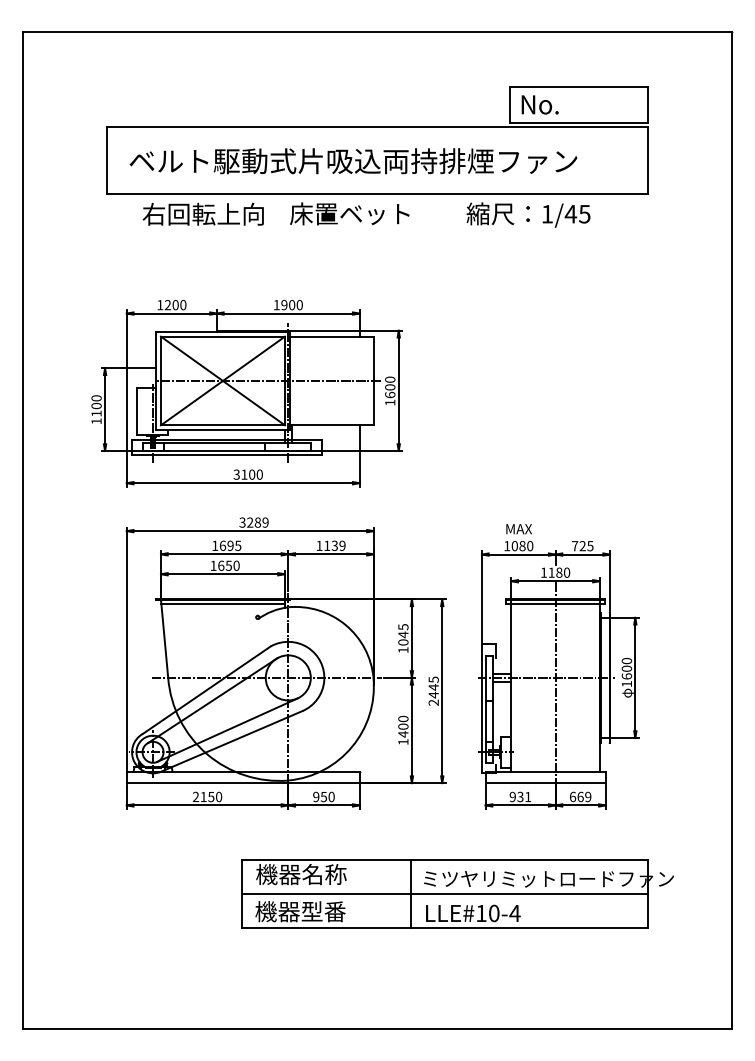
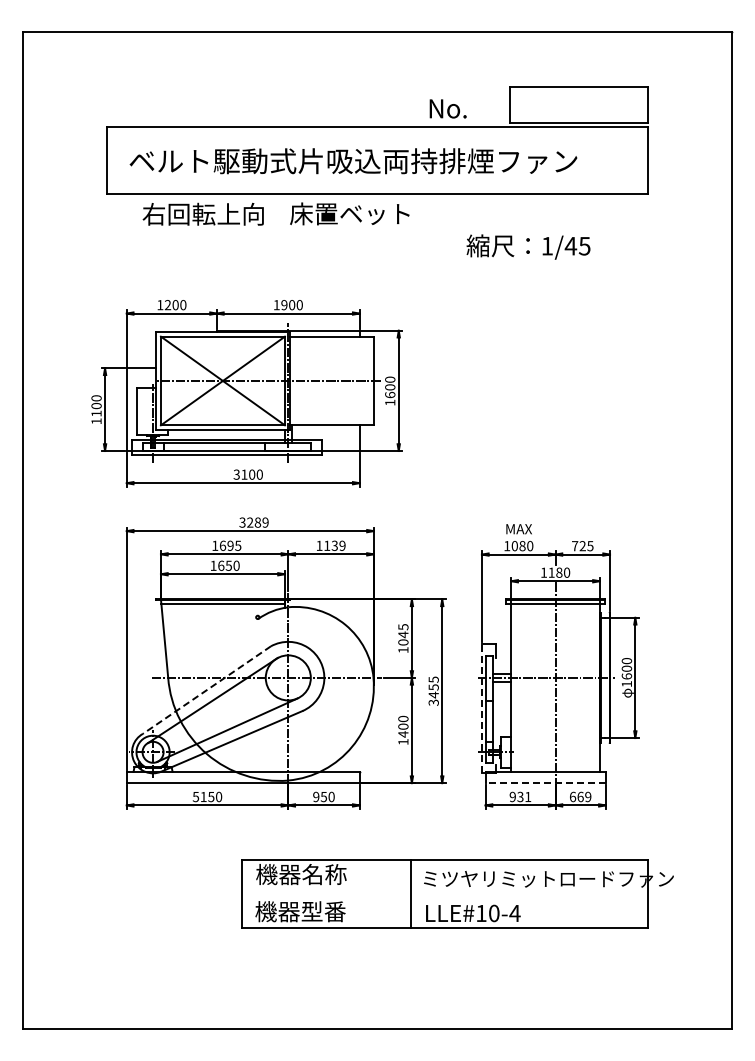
text at (539, 104) position: (539, 104) -> (447, 108)
text at (528, 214) position: (528, 214) -> (528, 246)
line at (206, 690): solid -> dashed
text at (433, 694): 2445 -> 3455
line at (481, 708): solid -> dashed
line at (545, 783): solid -> dashed
text at (195, 796): 2150 -> 5150
line at (444, 893): present -> none
